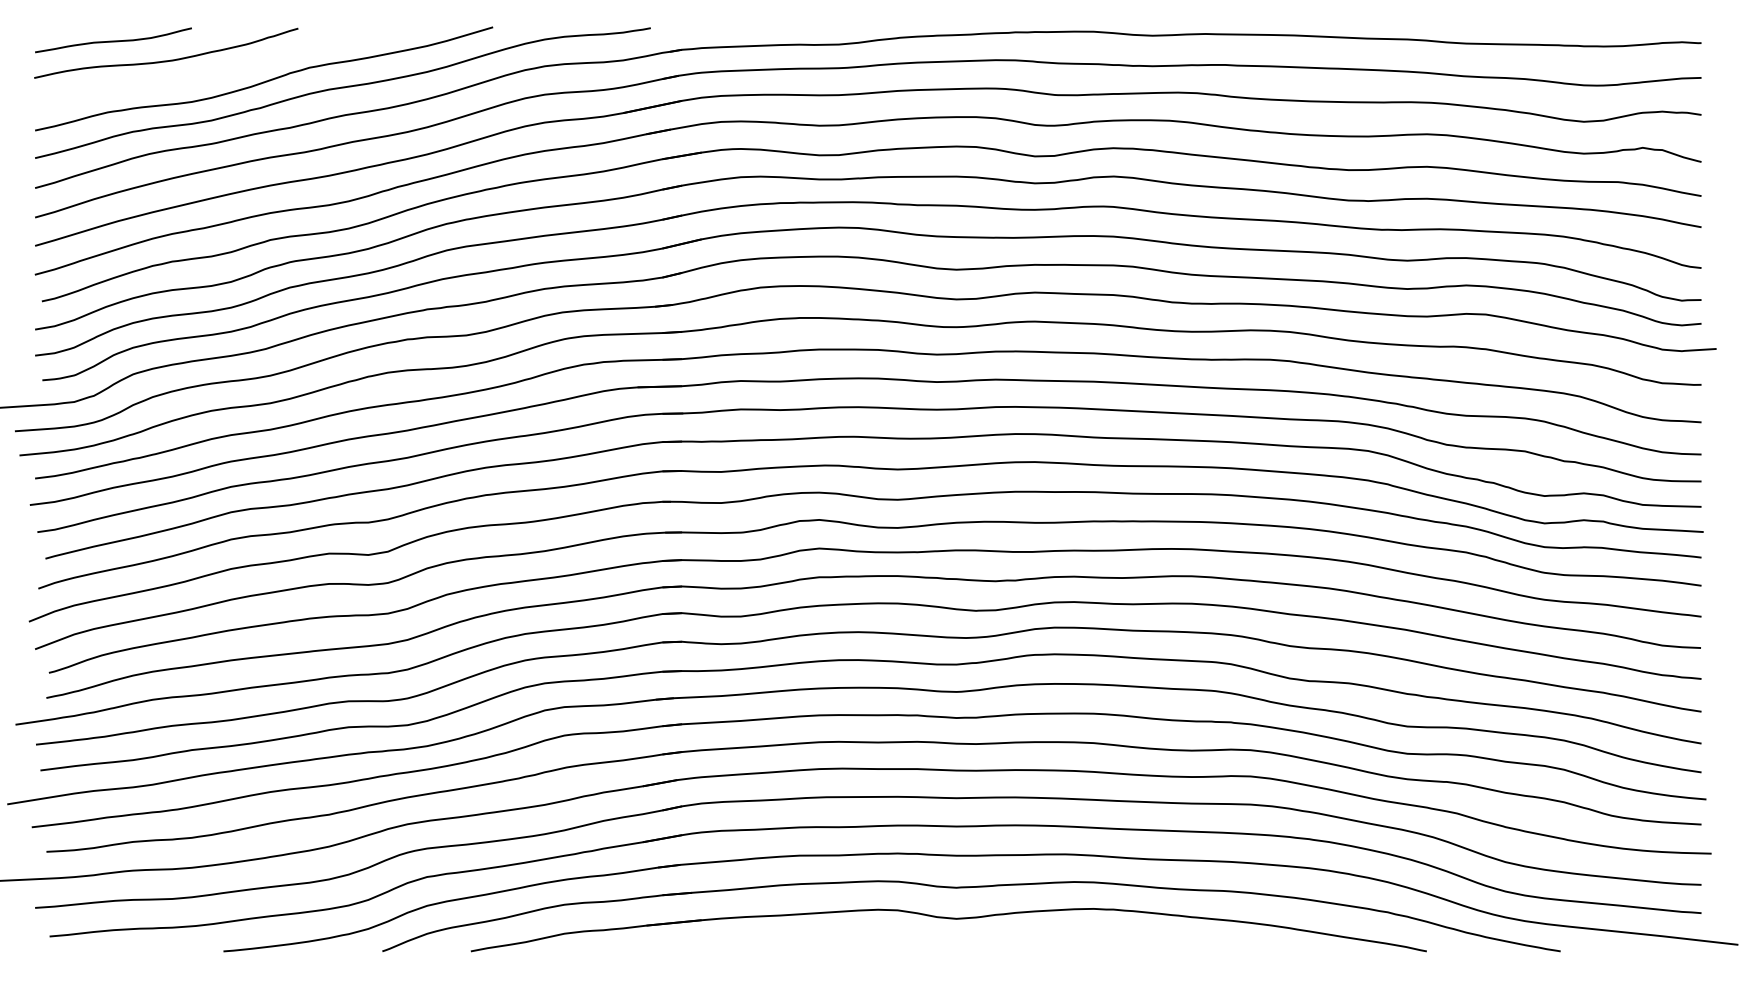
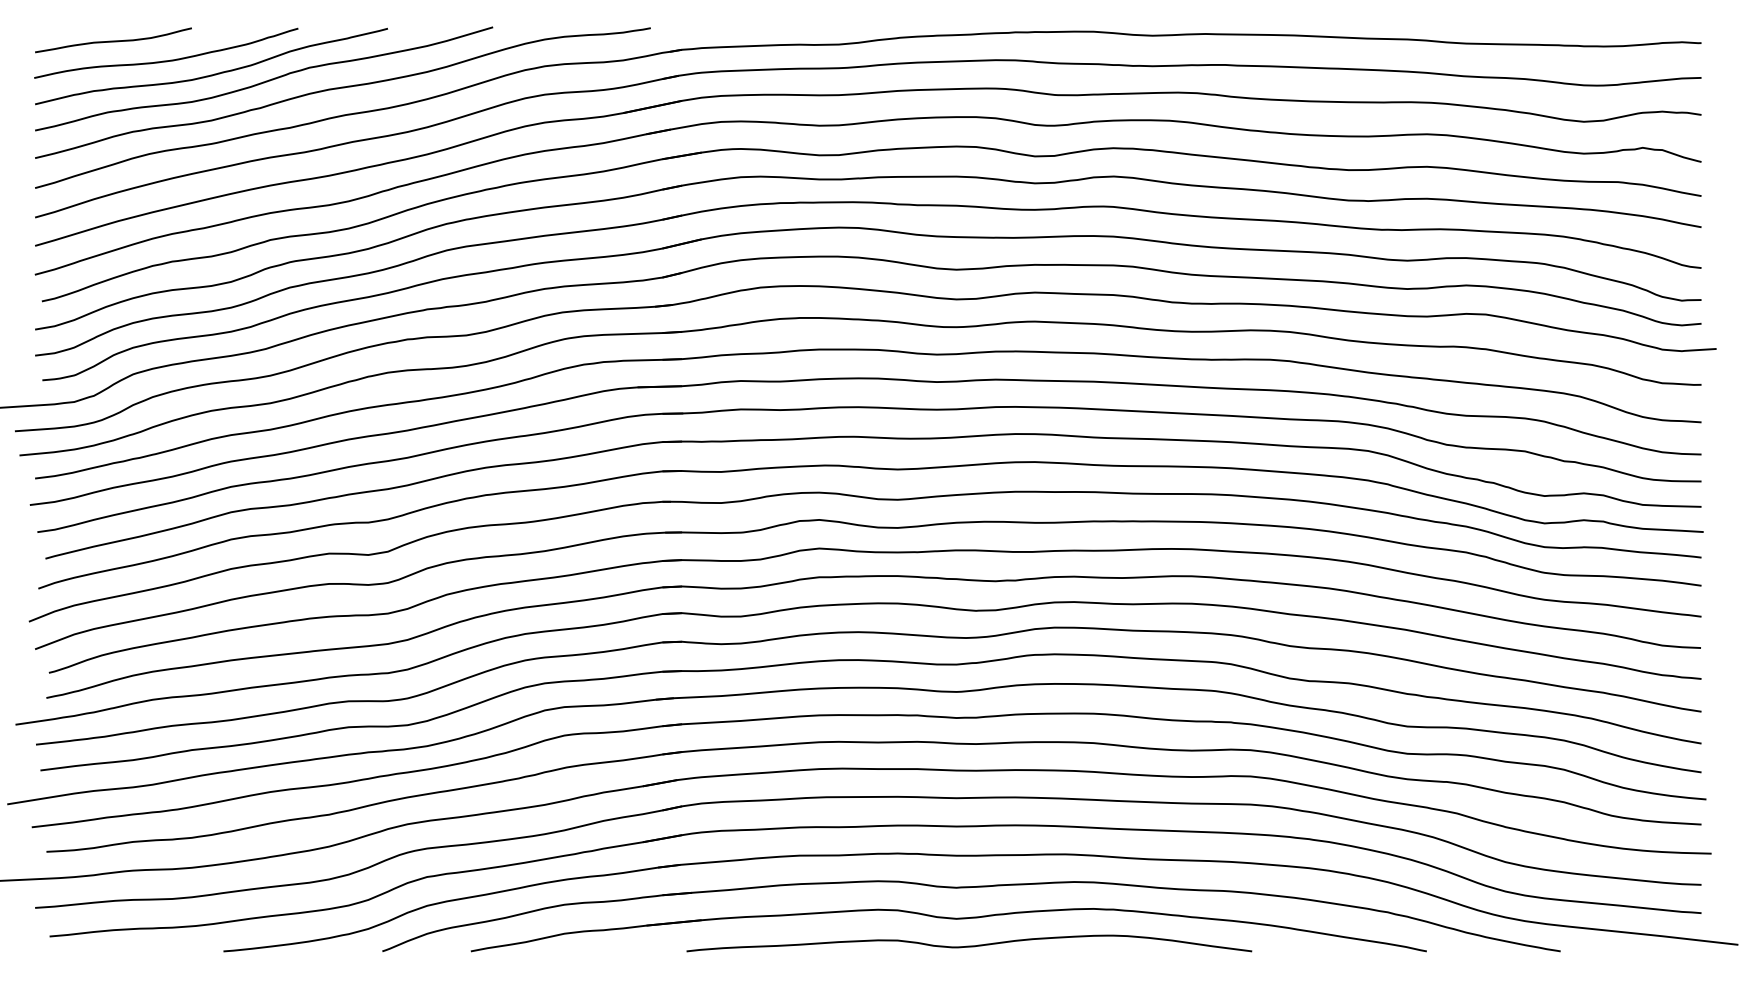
curve at (214, 73): none -> present
curve at (969, 945): none -> present
